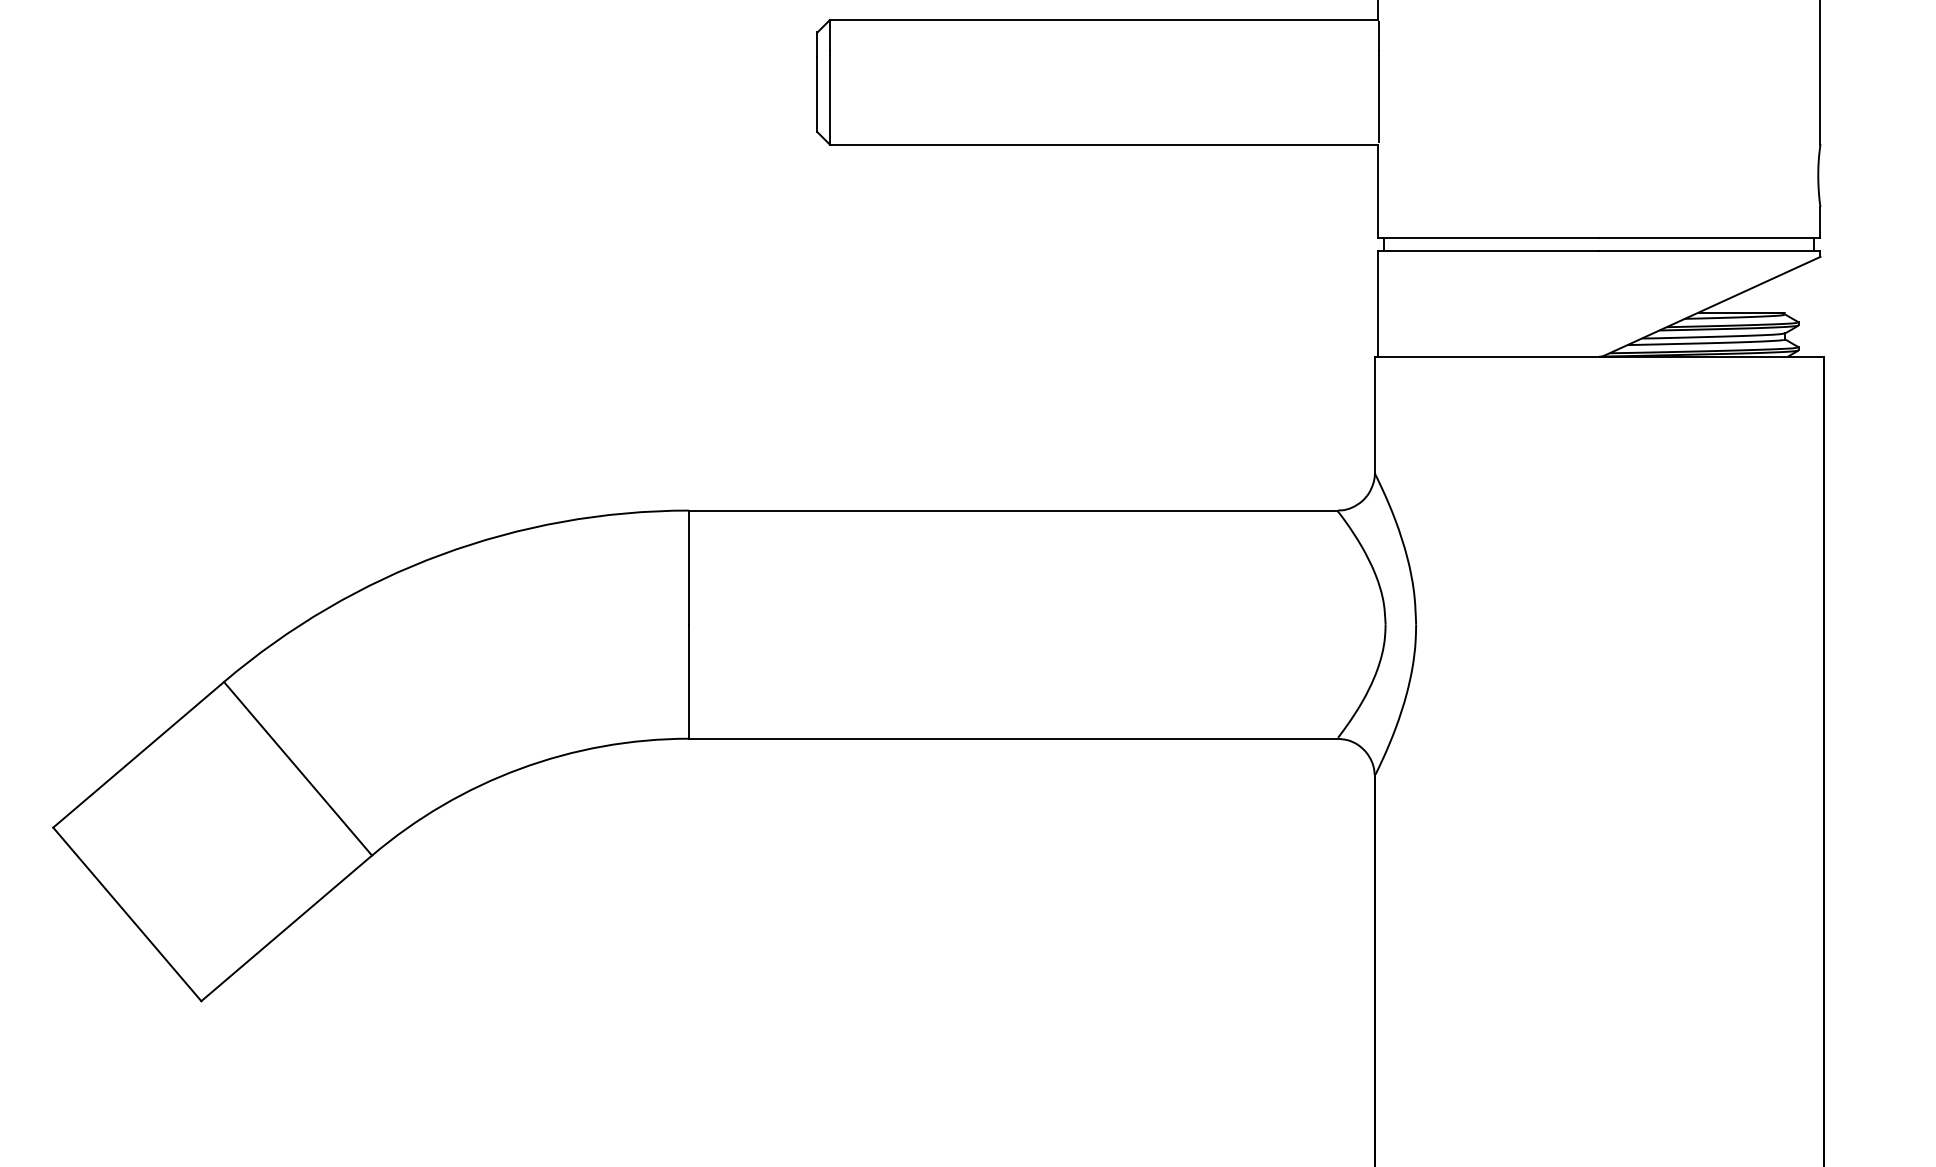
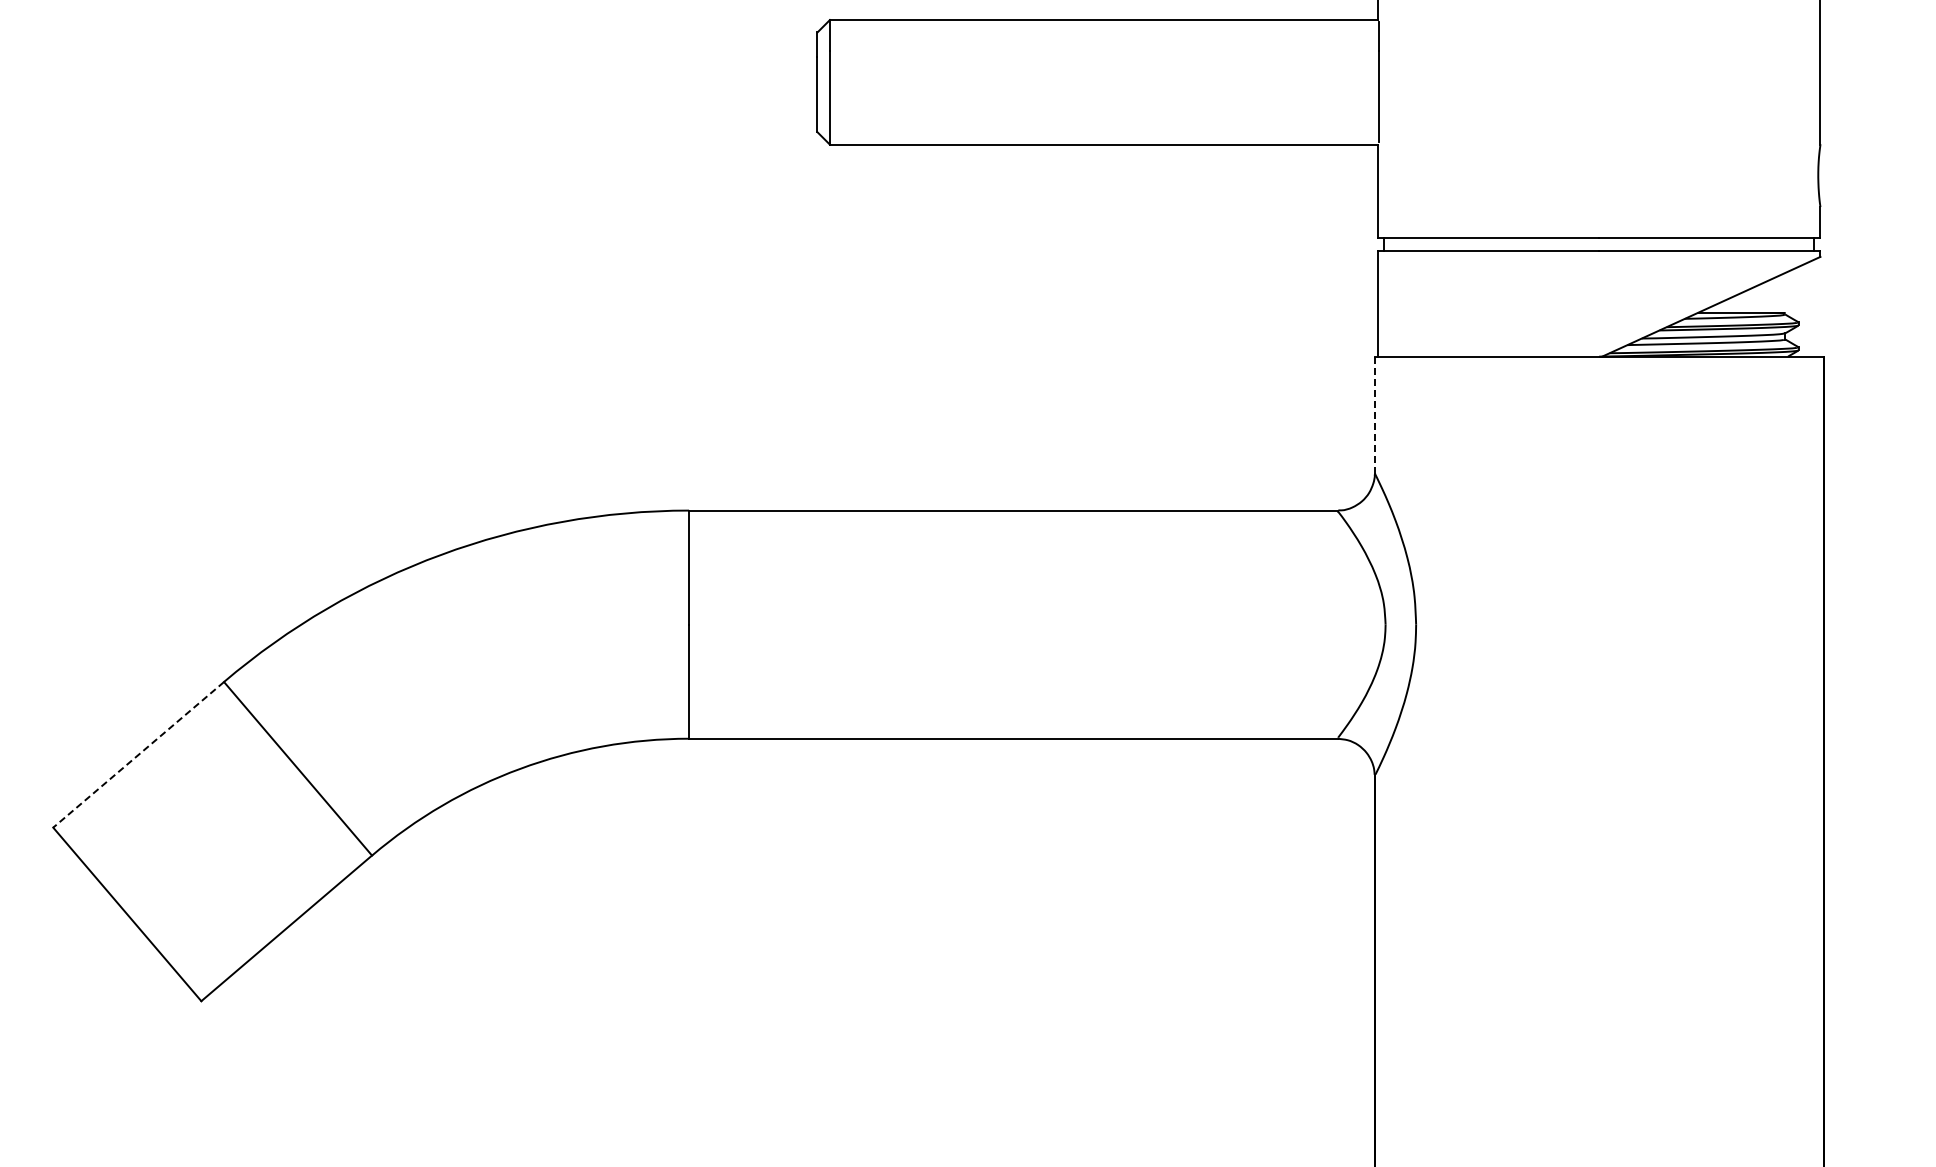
line at (1374, 415): solid -> dashed
line at (138, 755): solid -> dashed
